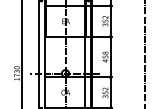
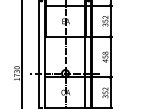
line at (144, 53): present -> none
